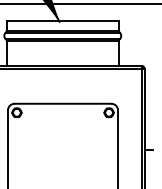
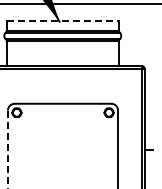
line at (63, 21): solid -> dashed
line at (7, 149): solid -> dashed
